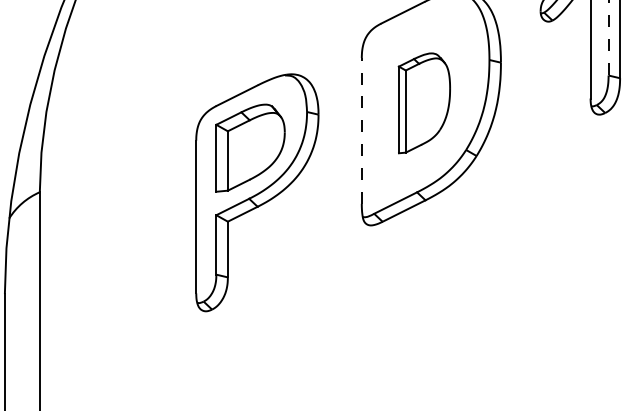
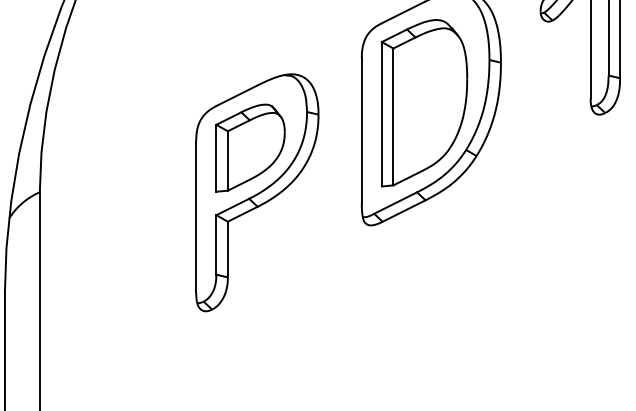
line at (608, 38): dashed -> solid
part at (423, 103) size: 54x103 px -> 89x169 px
line at (361, 130): dashed -> solid
